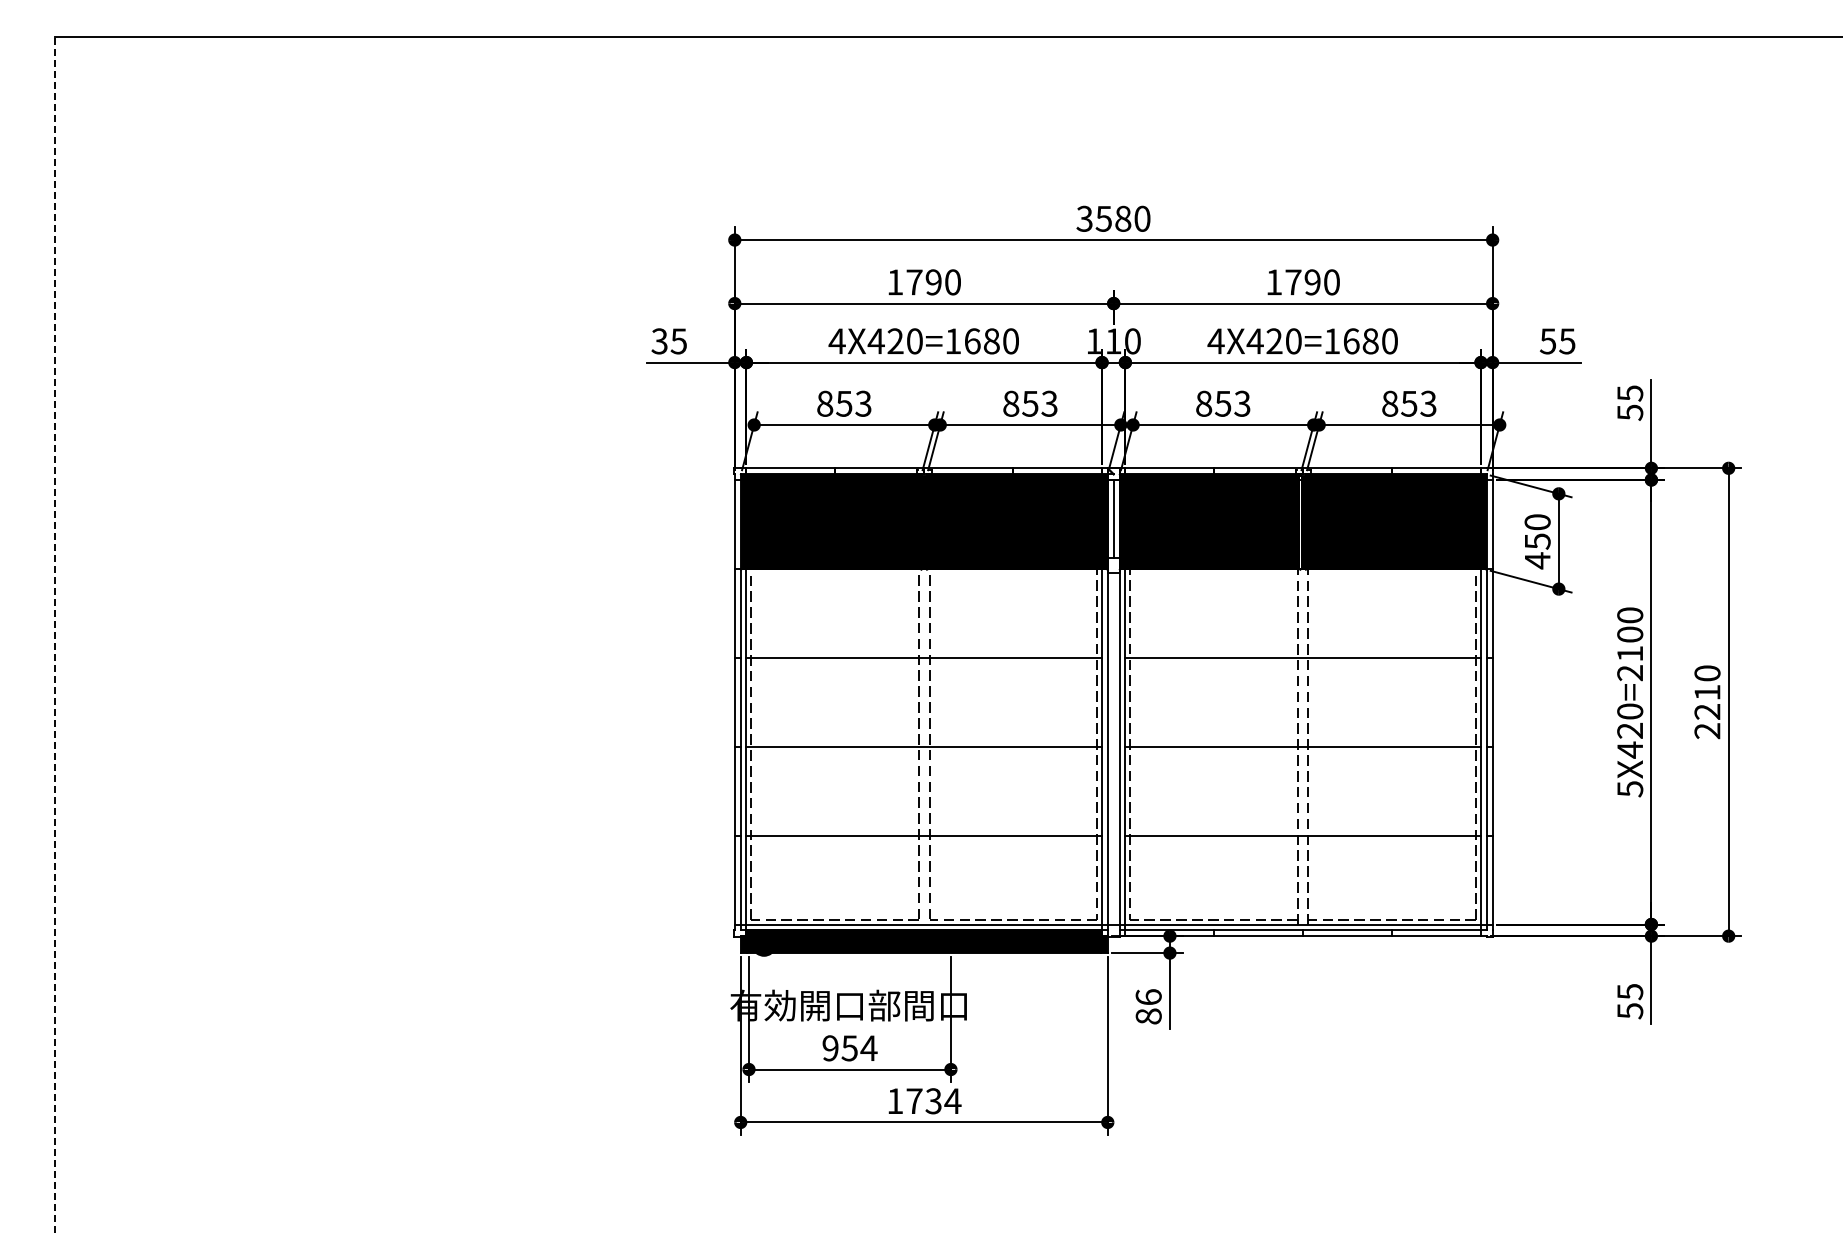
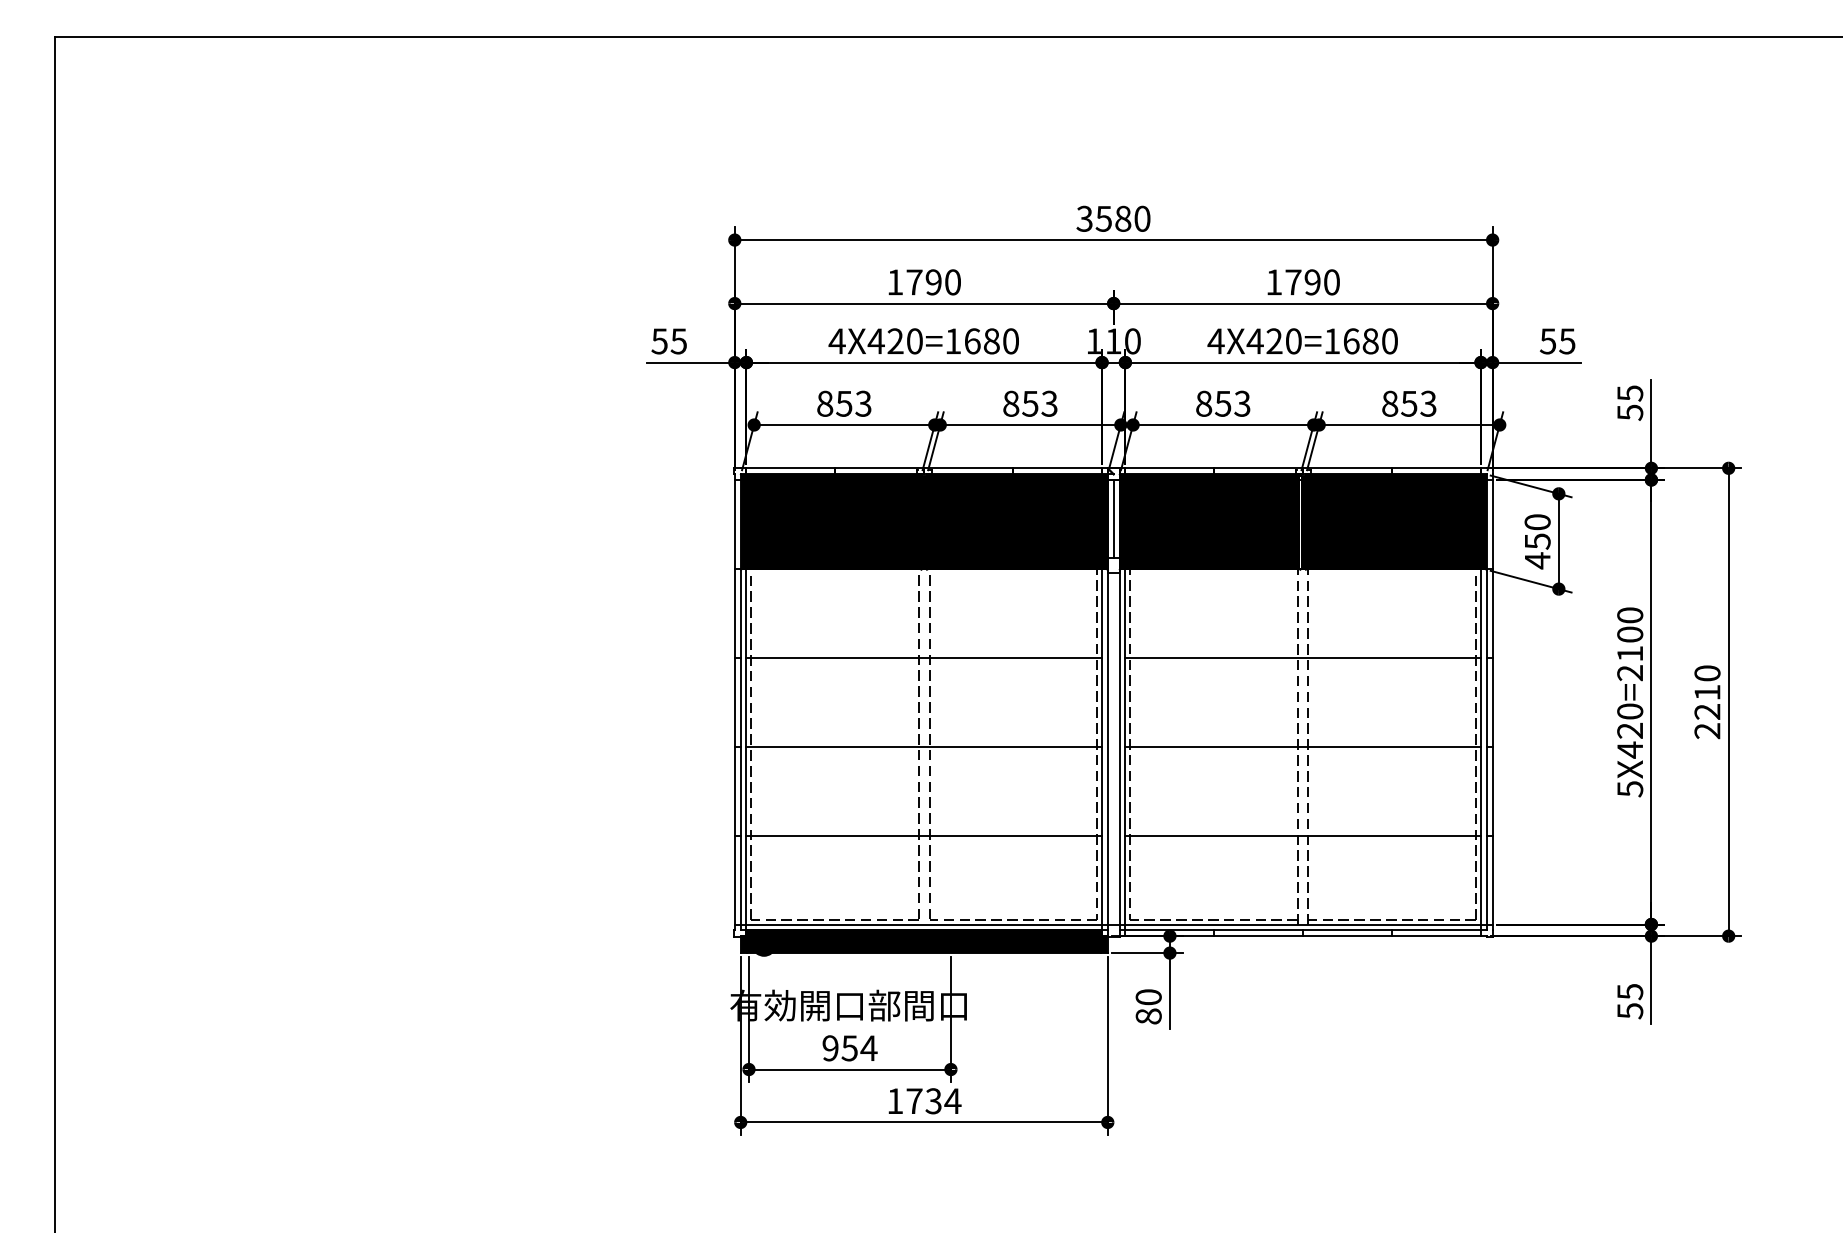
text at (659, 340): 35 -> 55
line at (55, 634): dashed -> solid
text at (1148, 997): 86 -> 80
